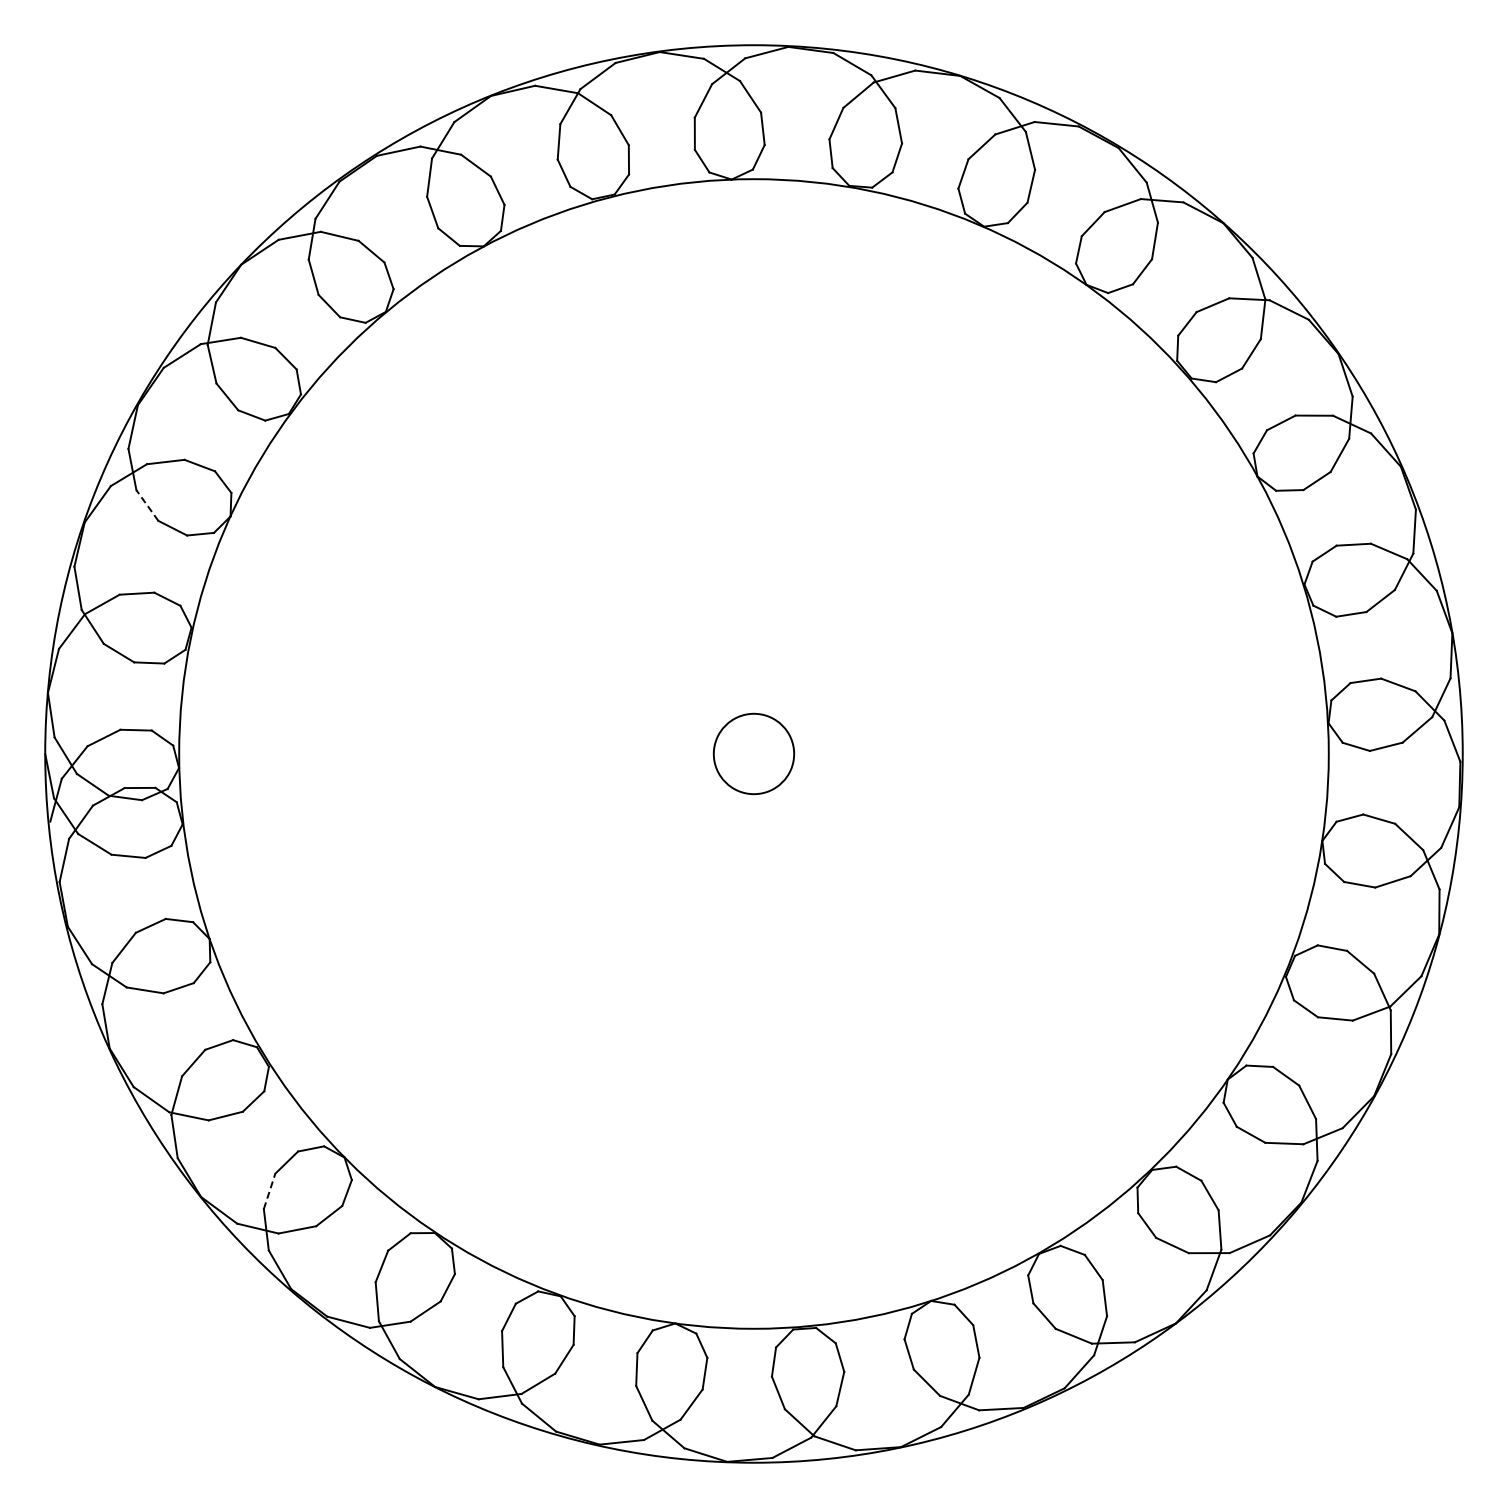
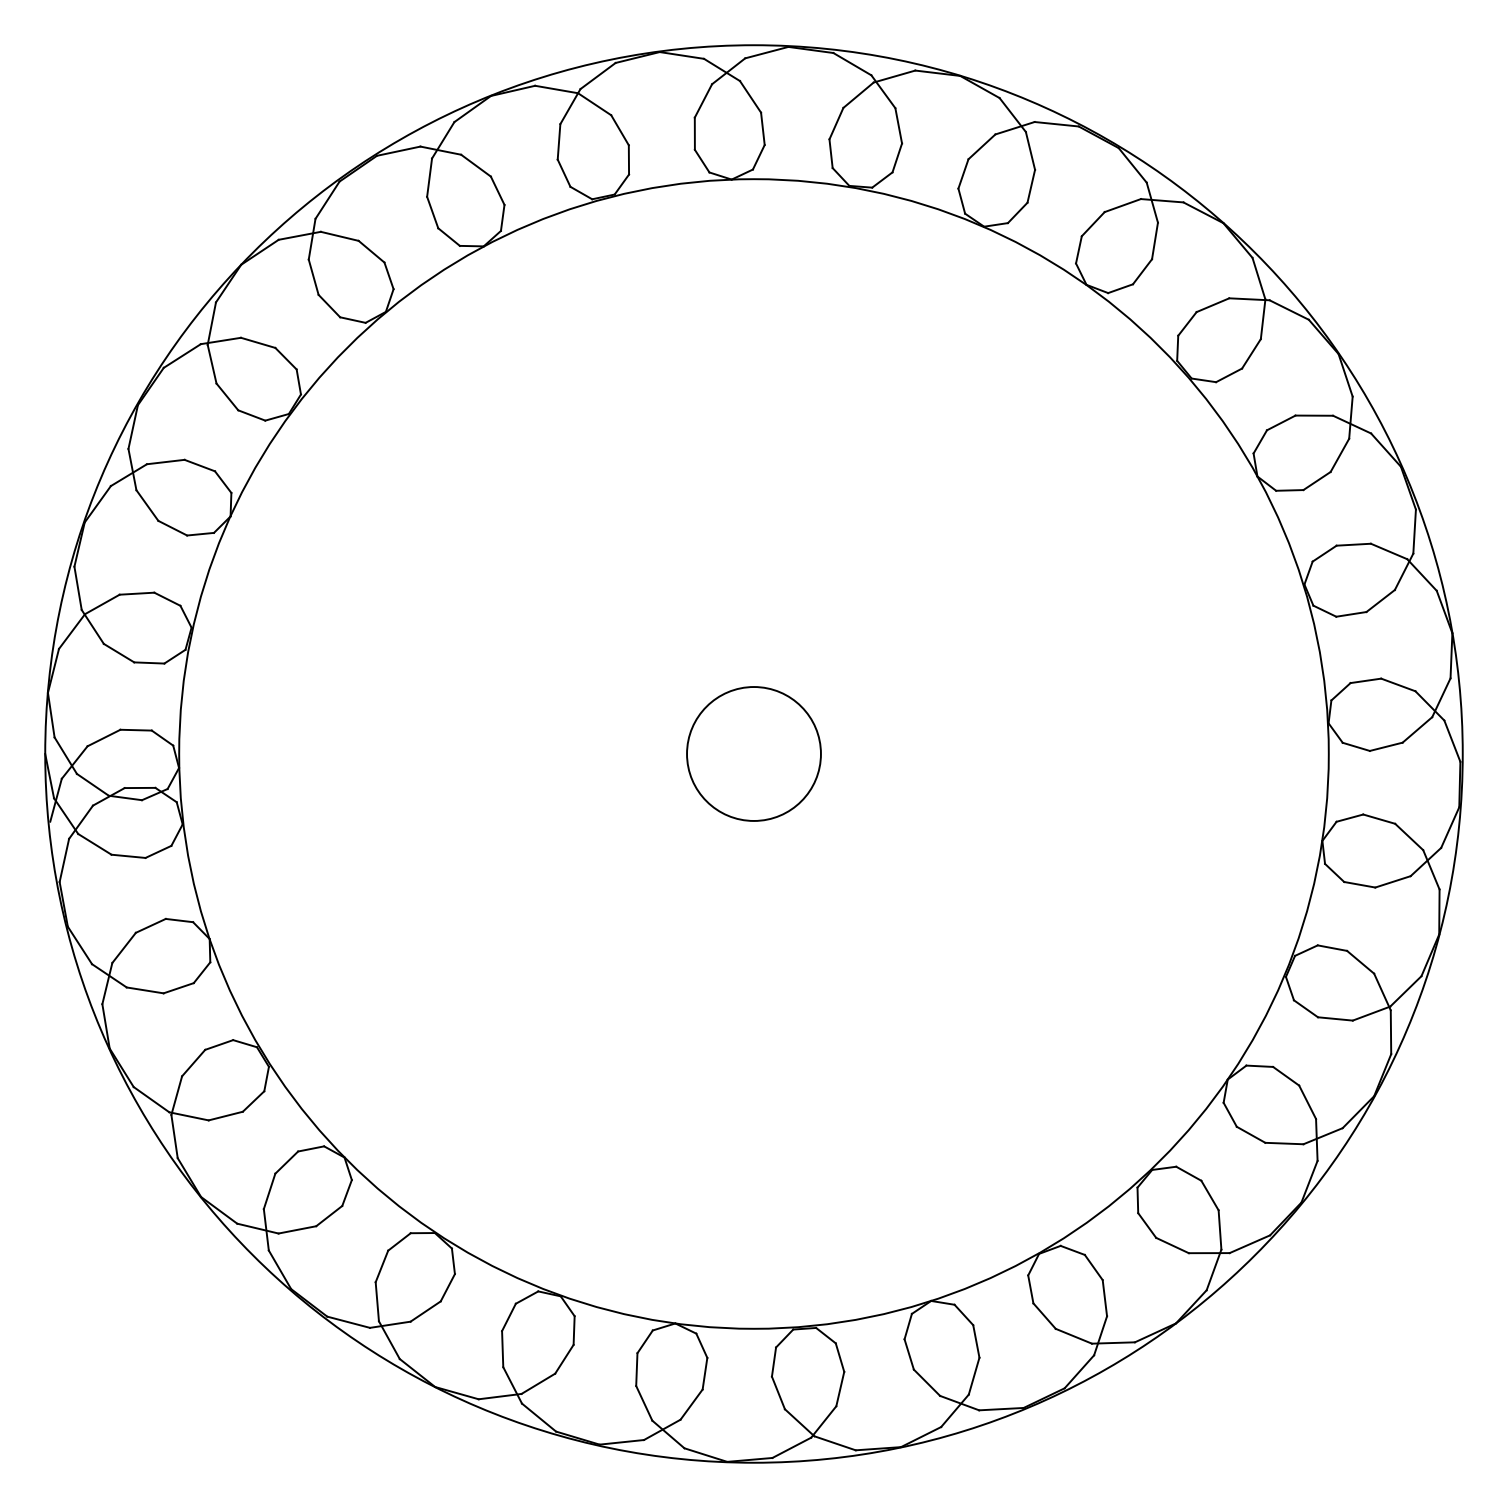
line at (147, 505): dashed -> solid
circle at (753, 753) diameter: 80 px -> 134 px
line at (269, 1191): dashed -> solid
